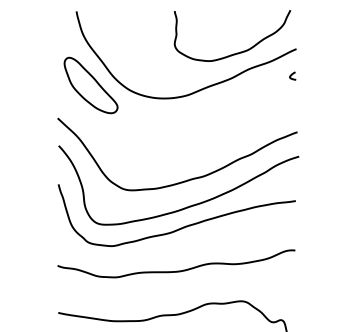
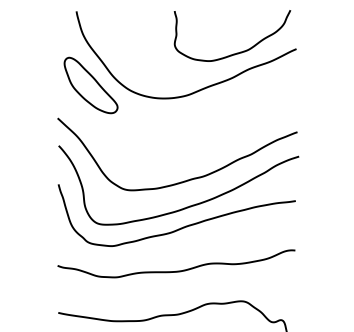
curve at (292, 75): present -> none
